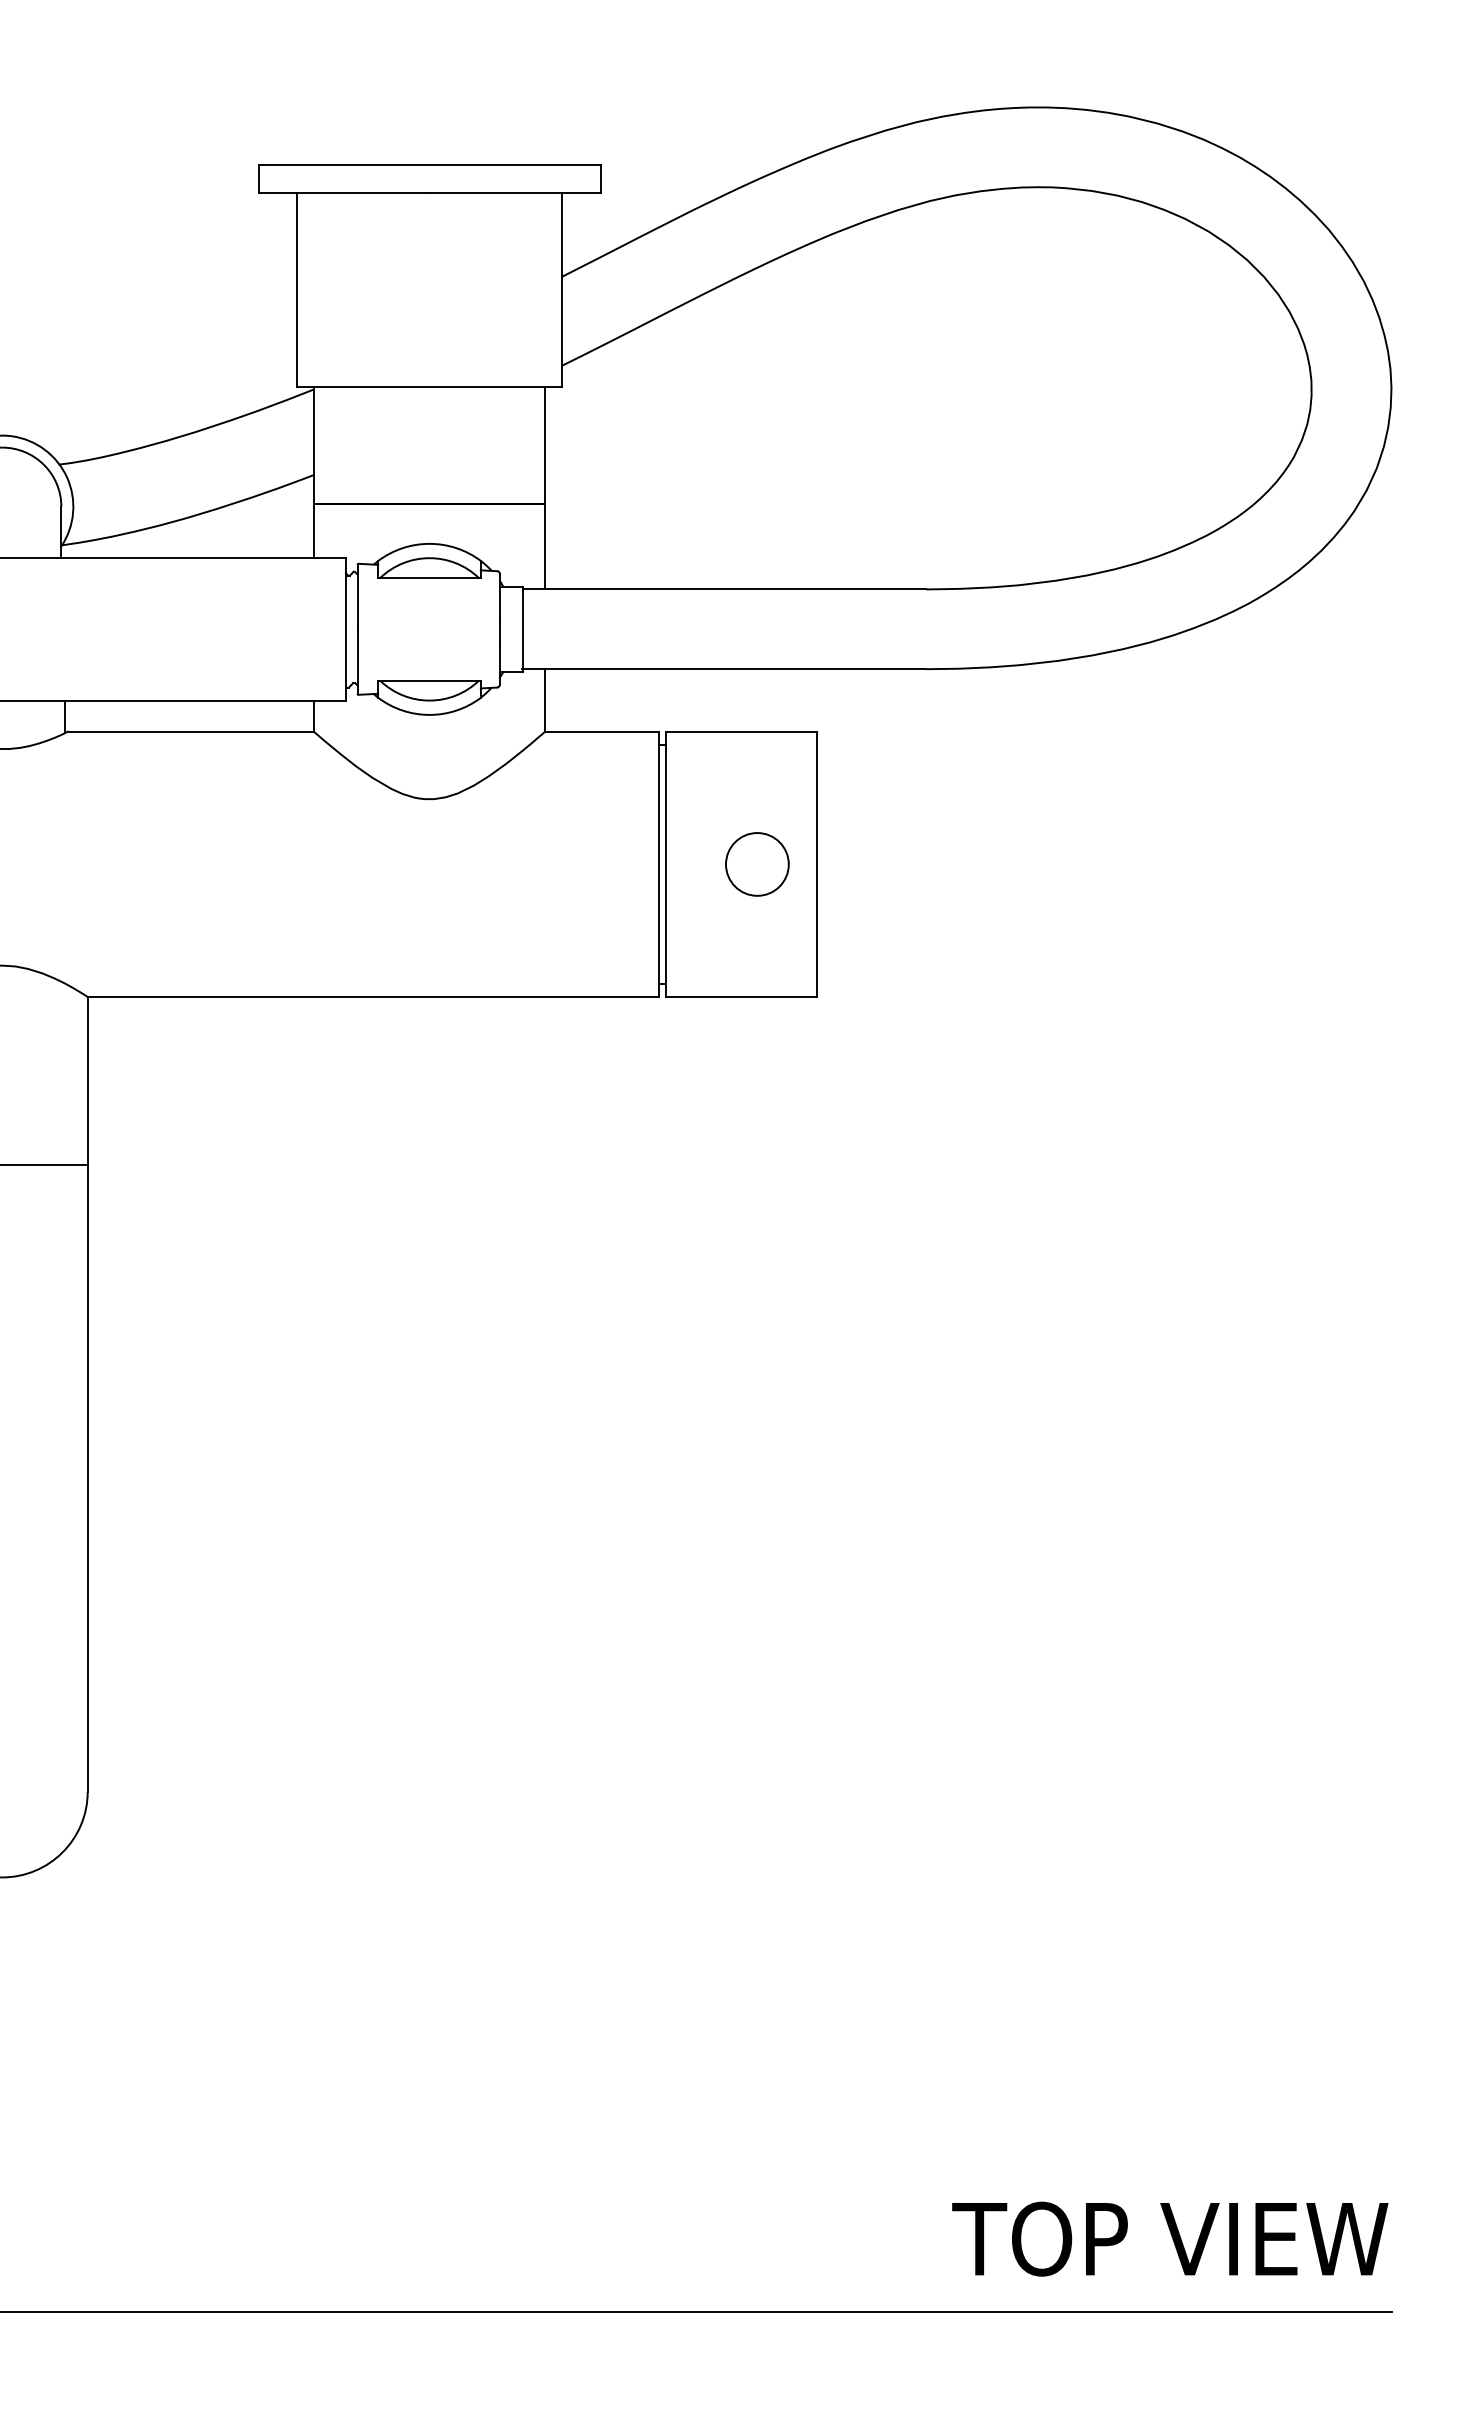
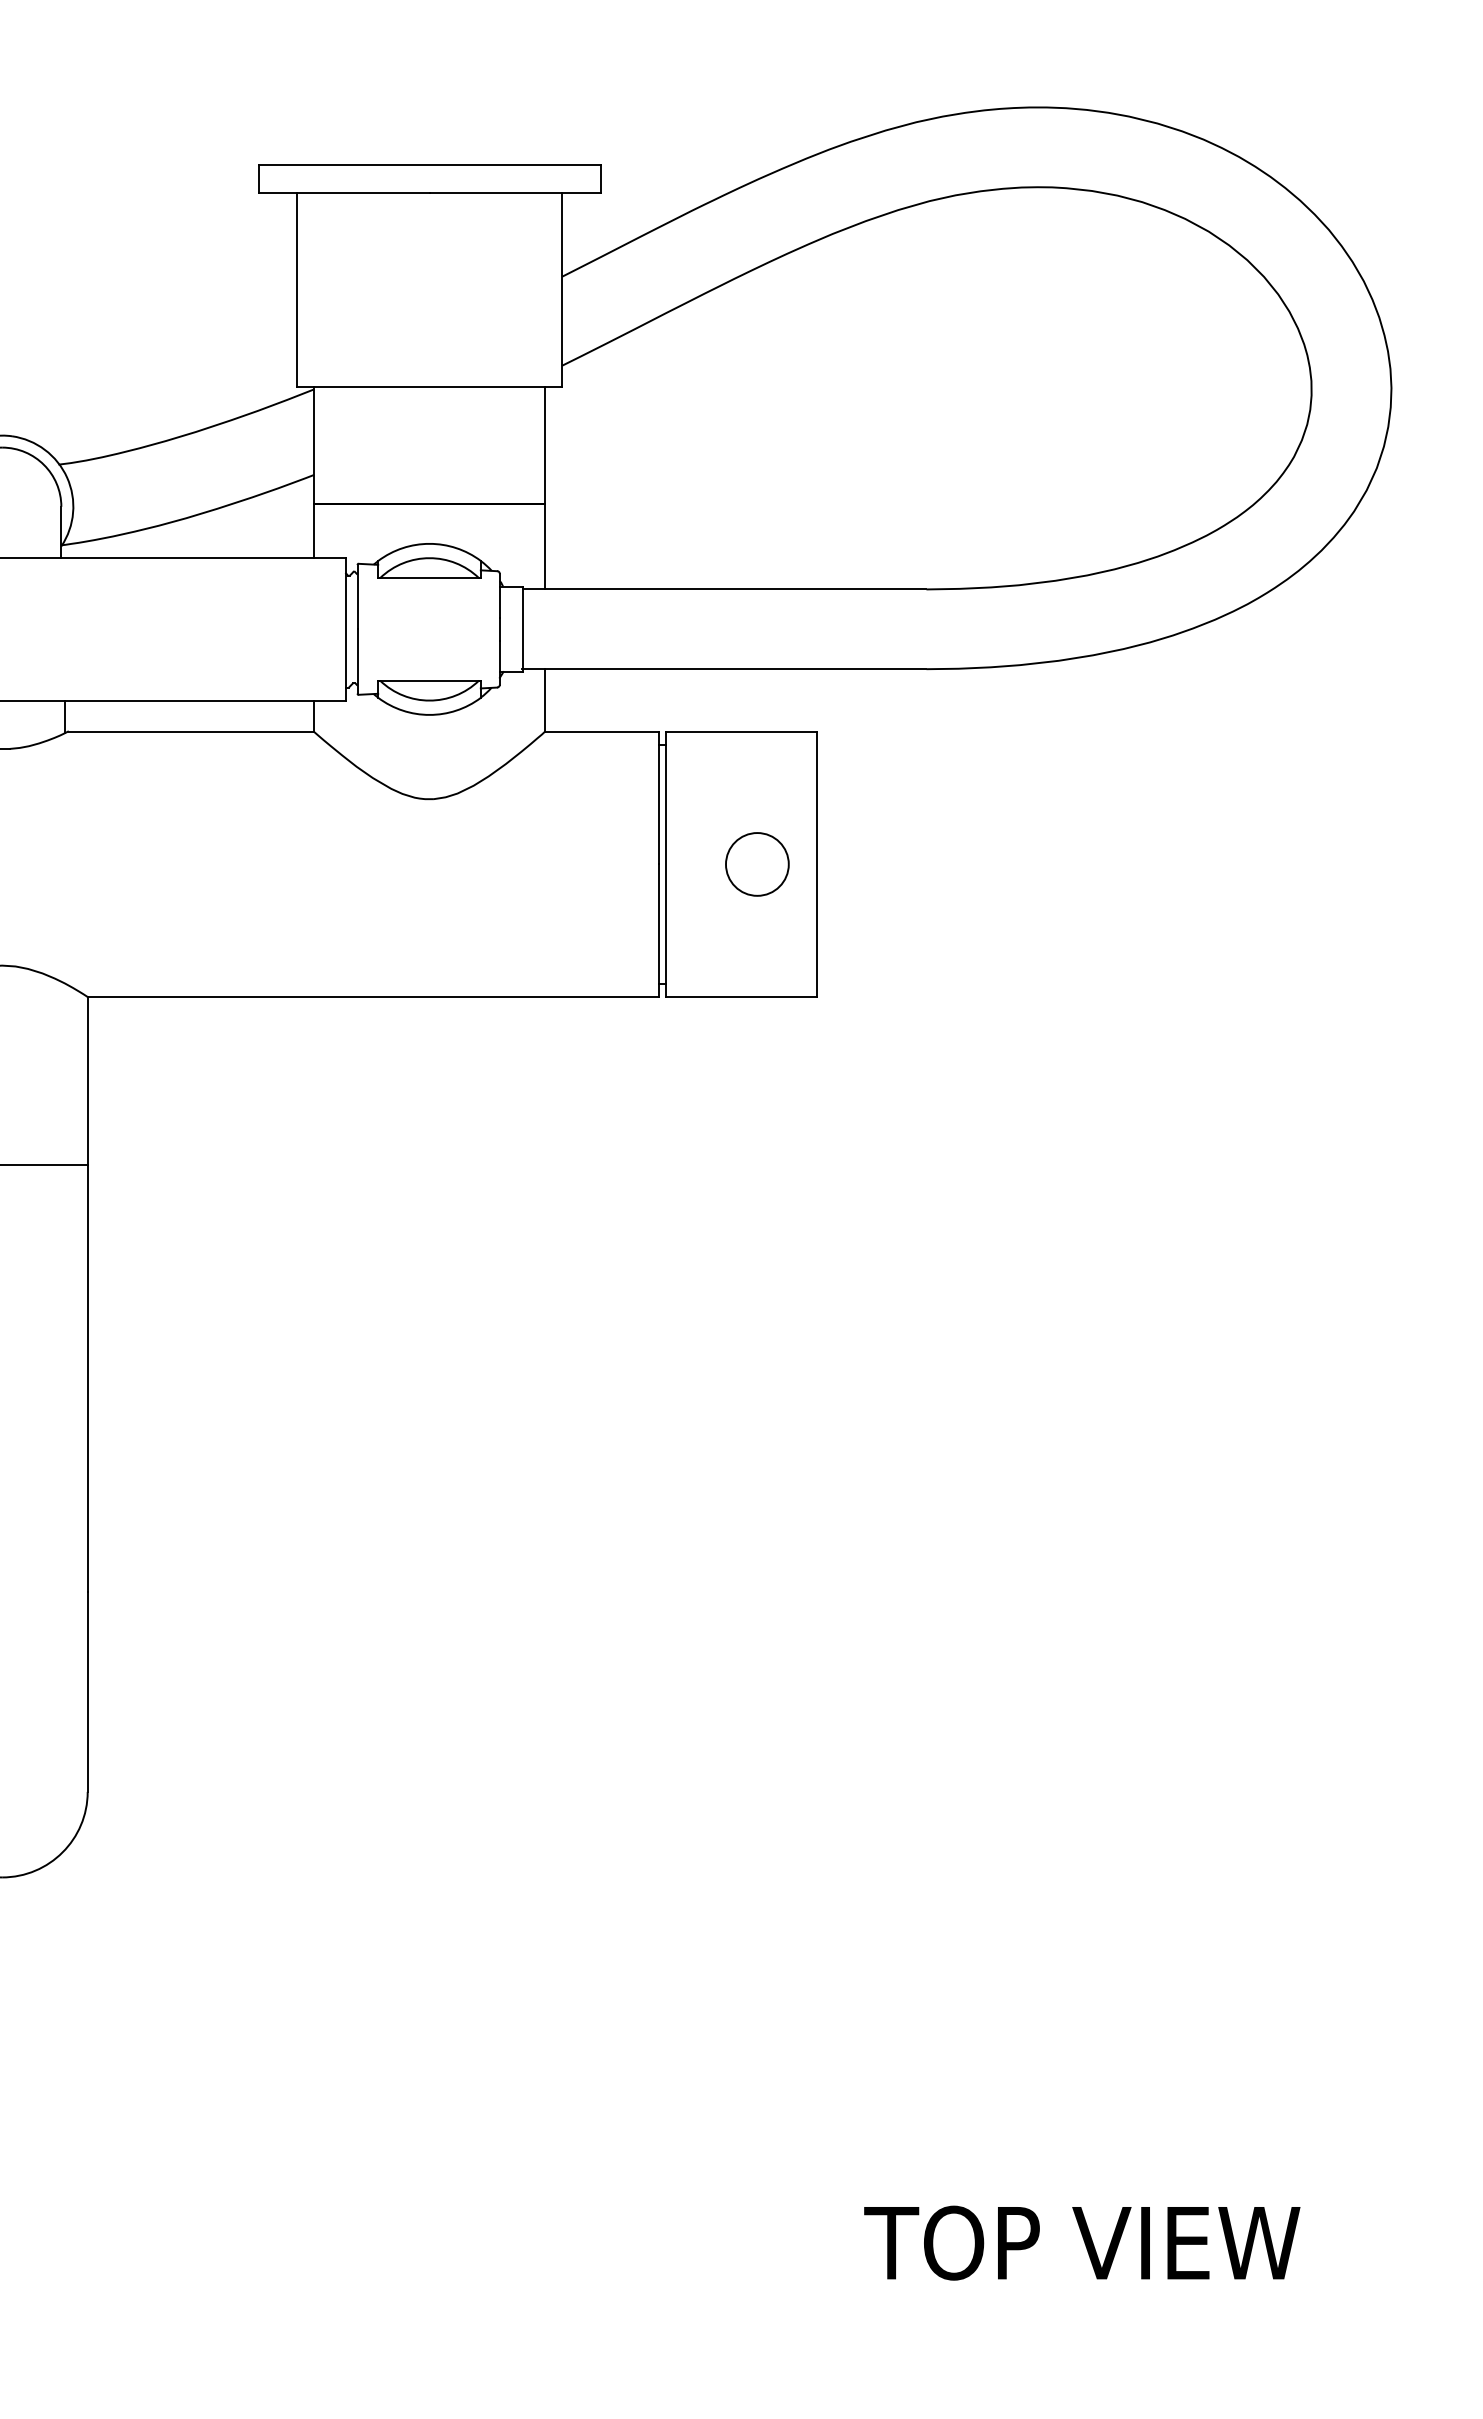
text at (1170, 2238) position: (1170, 2238) -> (1082, 2242)
line at (696, 2311): present -> none
